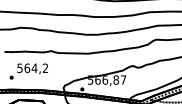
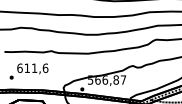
text at (32, 67): 564,2 -> 611,6
